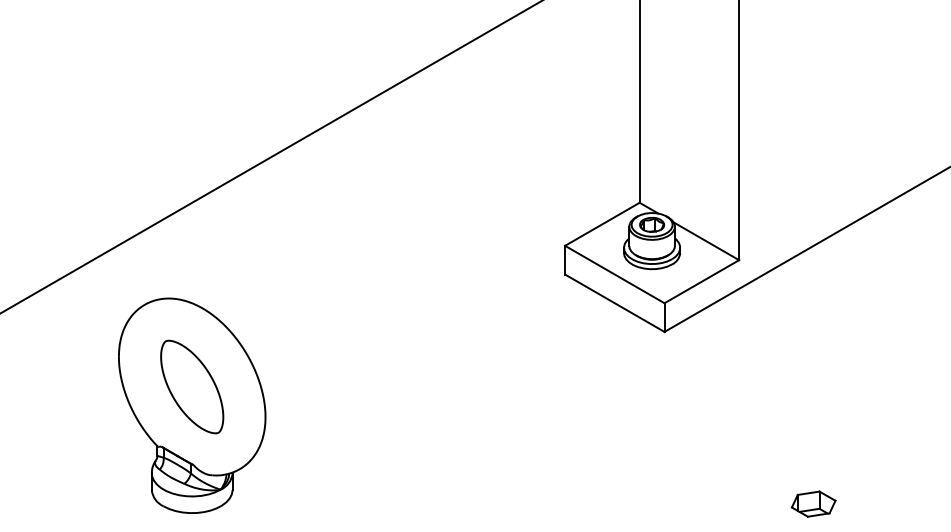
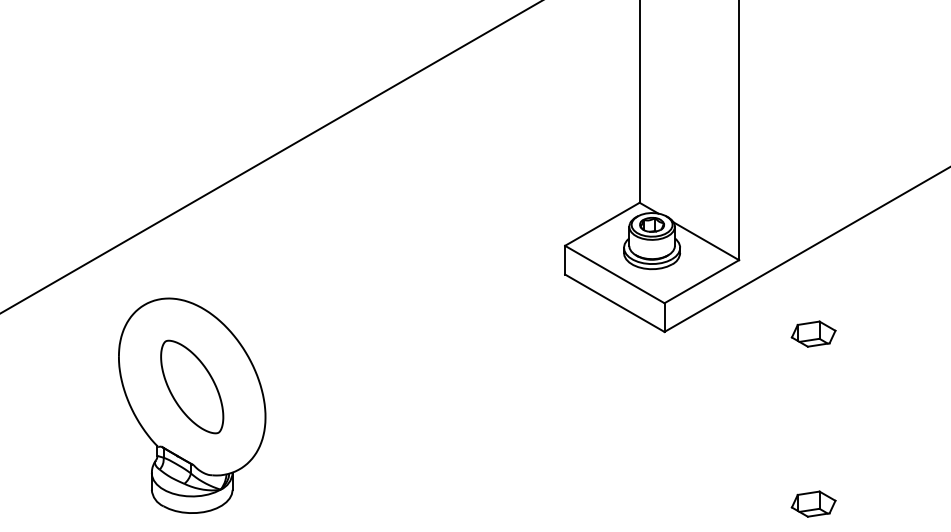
part at (813, 333): none -> present
